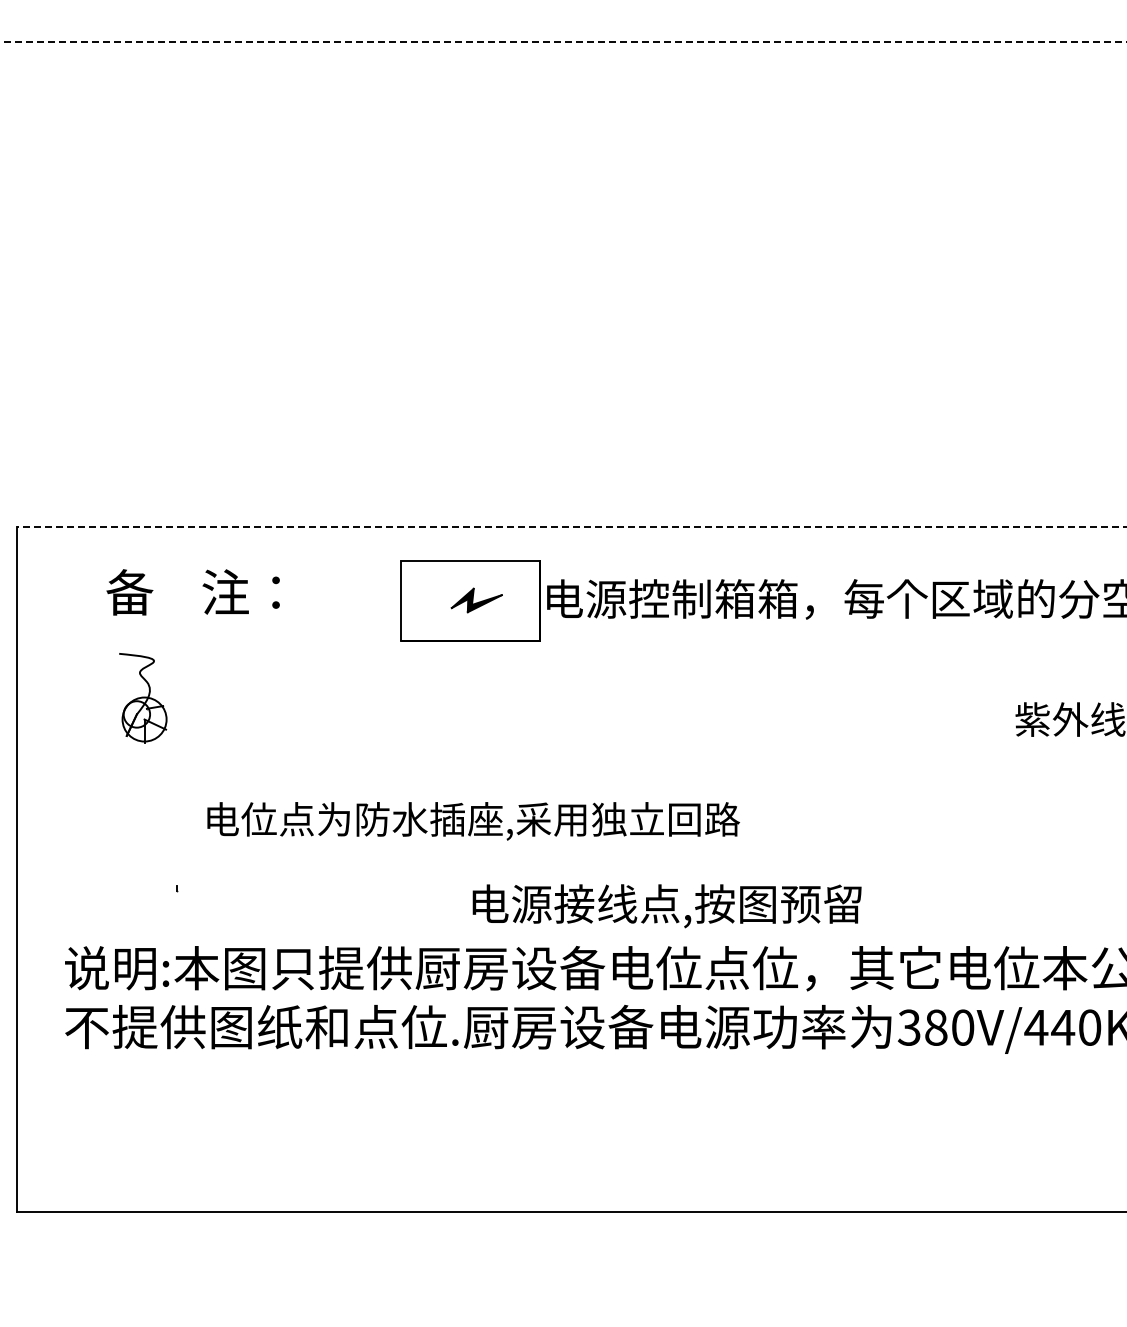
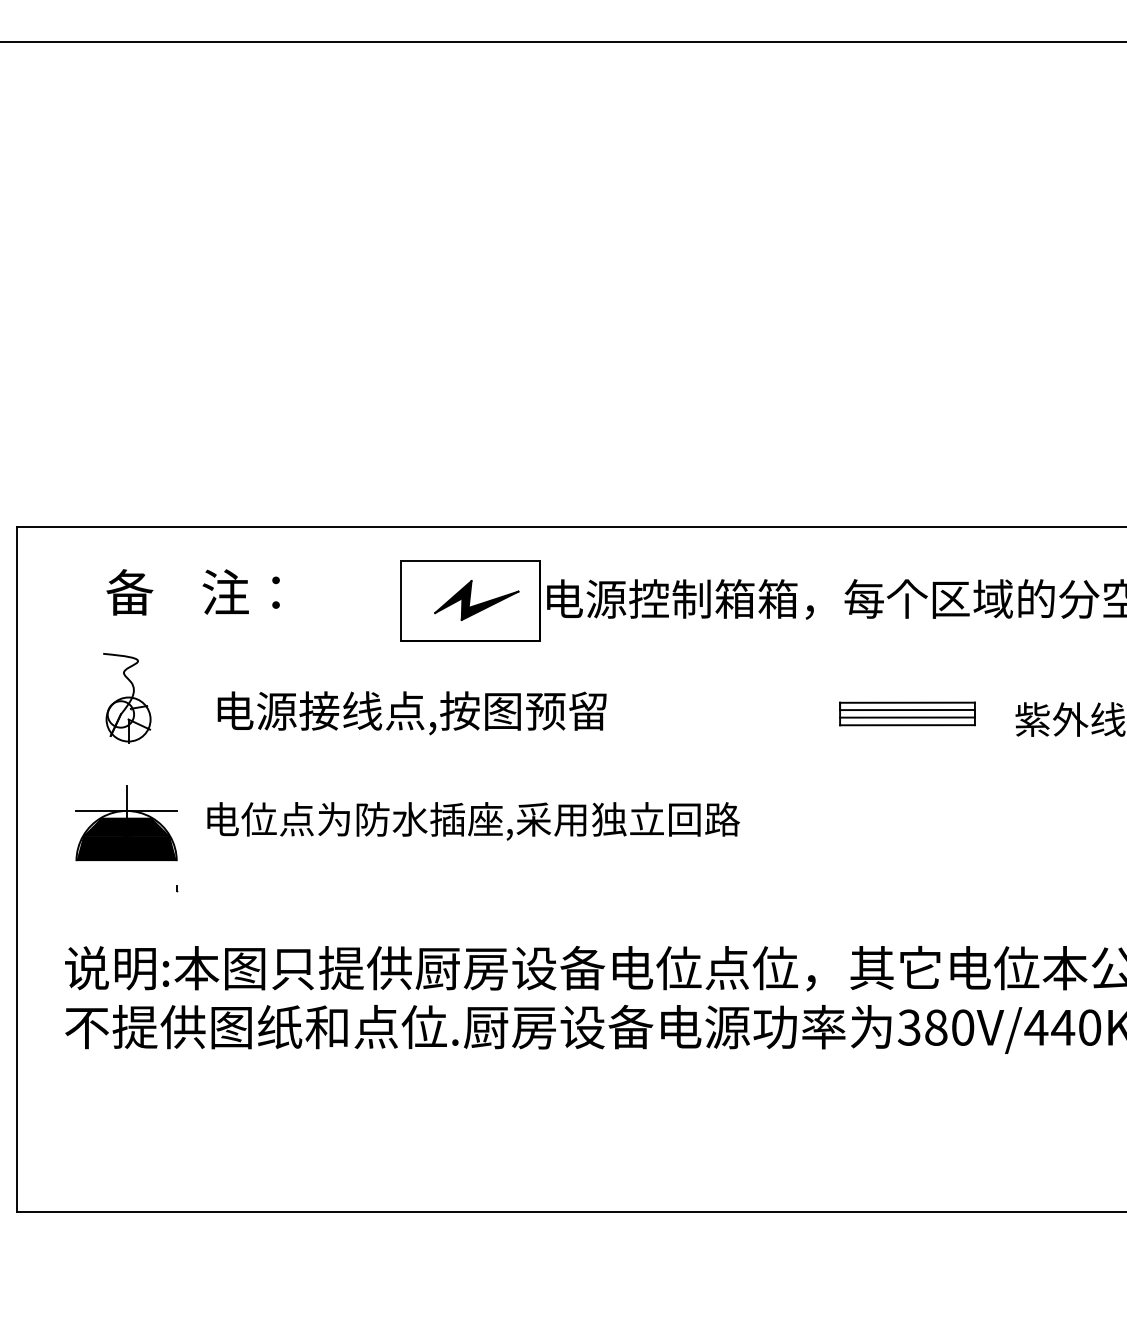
line at (564, 41): dashed -> solid
line at (572, 527): dashed -> solid
part at (476, 600) size: 53x27 px -> 86x41 px
part at (143, 698) position: (143, 698) -> (127, 698)
part at (907, 713): none -> present
part at (126, 823): none -> present
text at (666, 906) position: (666, 906) -> (411, 713)
